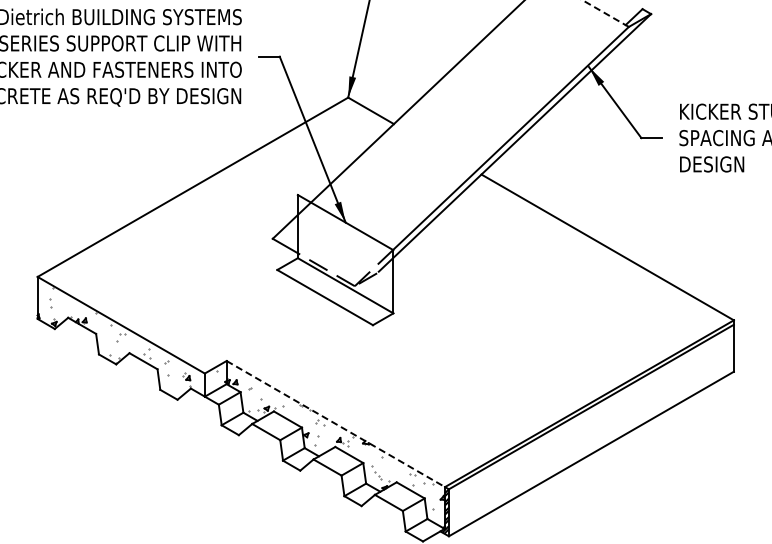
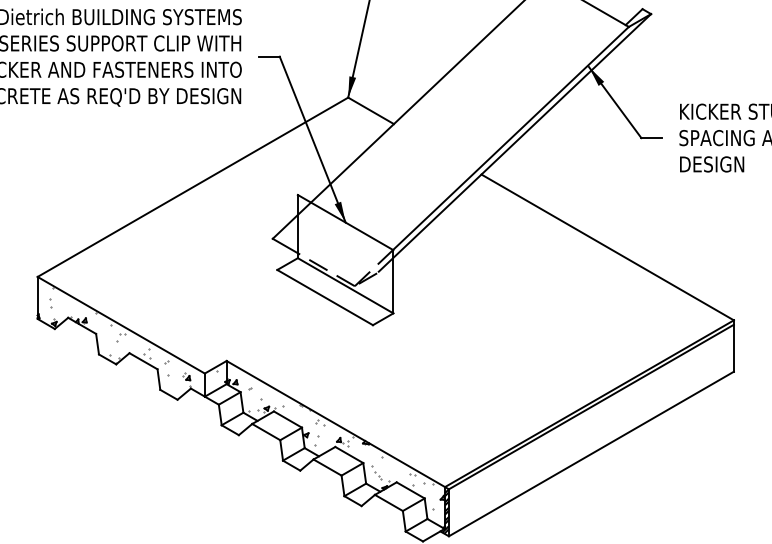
line at (605, 13): dashed -> solid
line at (338, 425): dashed -> solid
